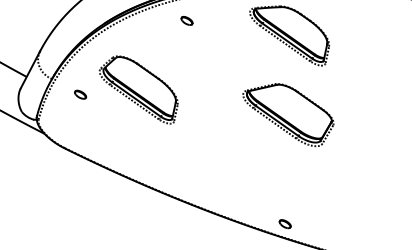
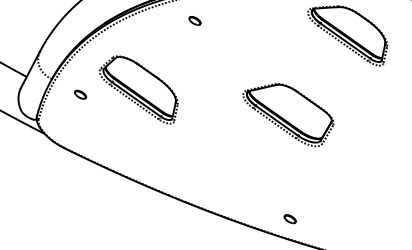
part at (186, 20) position: (186, 20) -> (194, 20)
part at (289, 35) position: (289, 35) -> (347, 35)
part at (284, 224) position: (284, 224) -> (289, 219)
